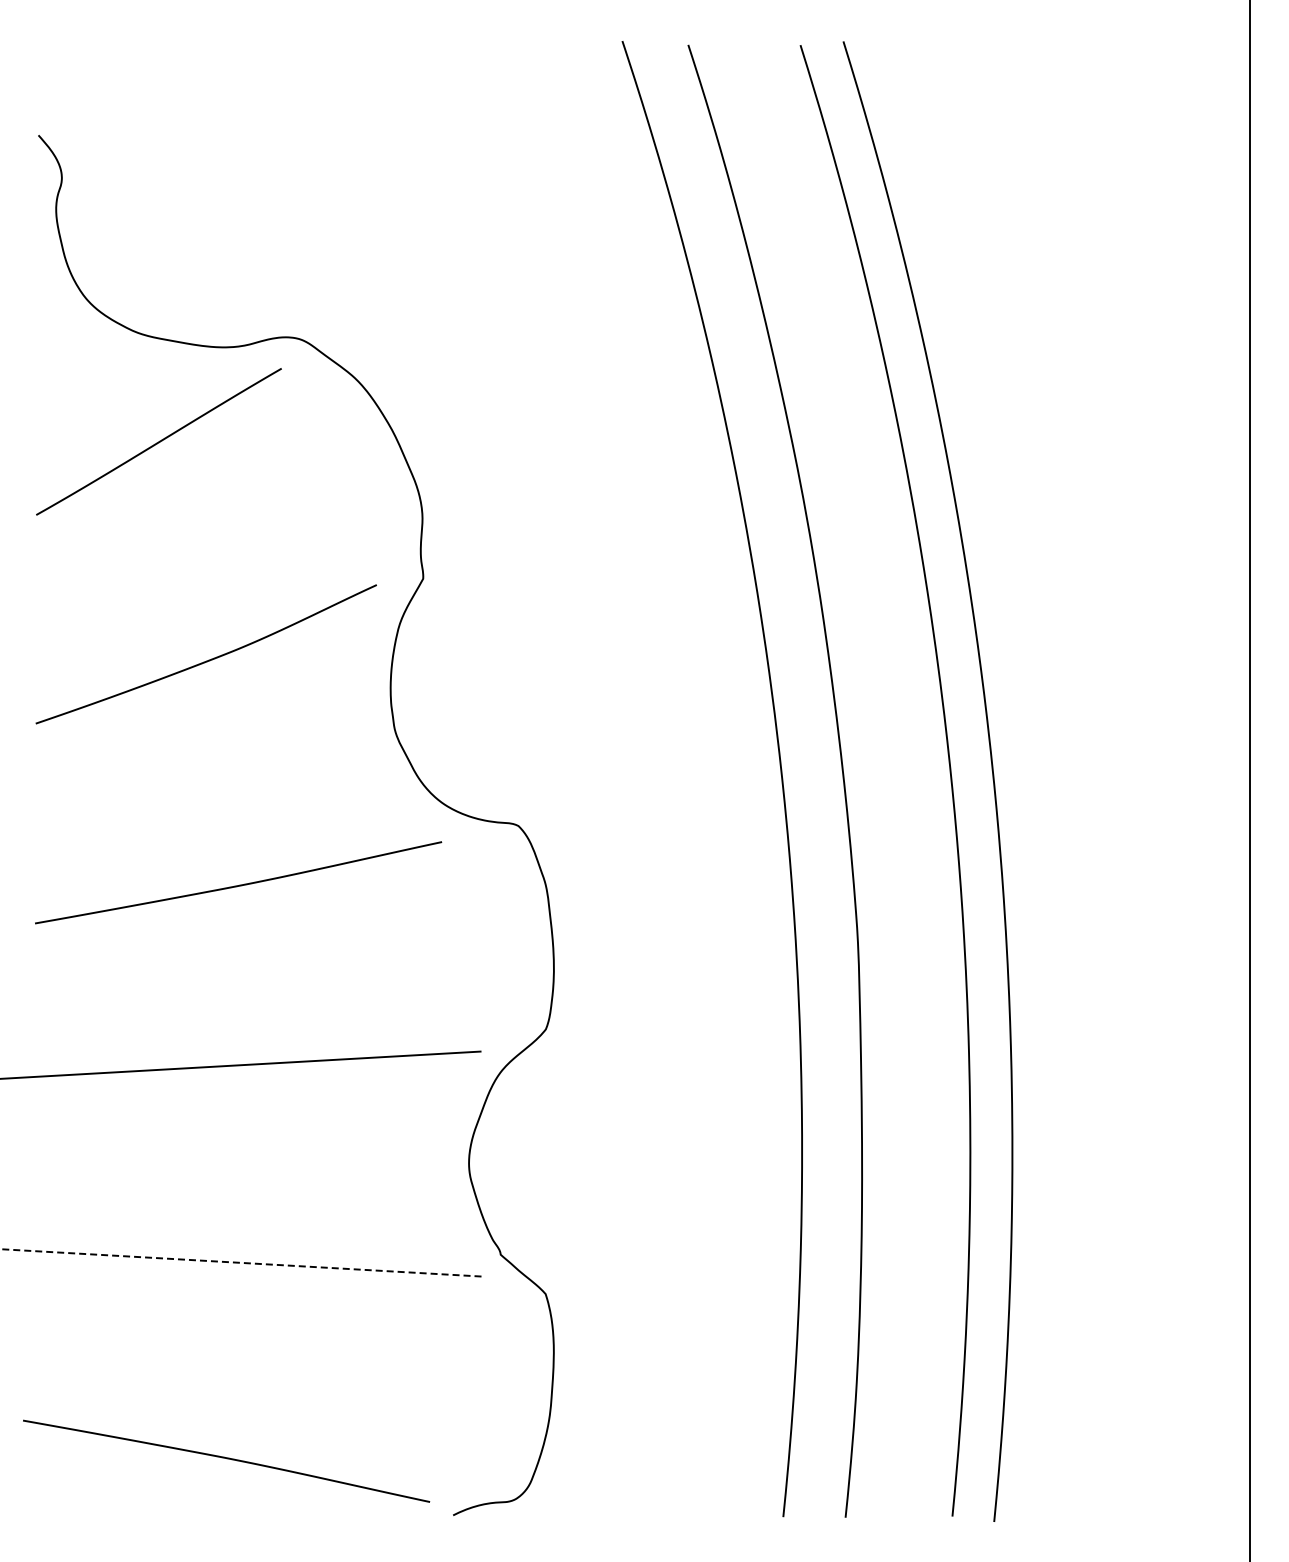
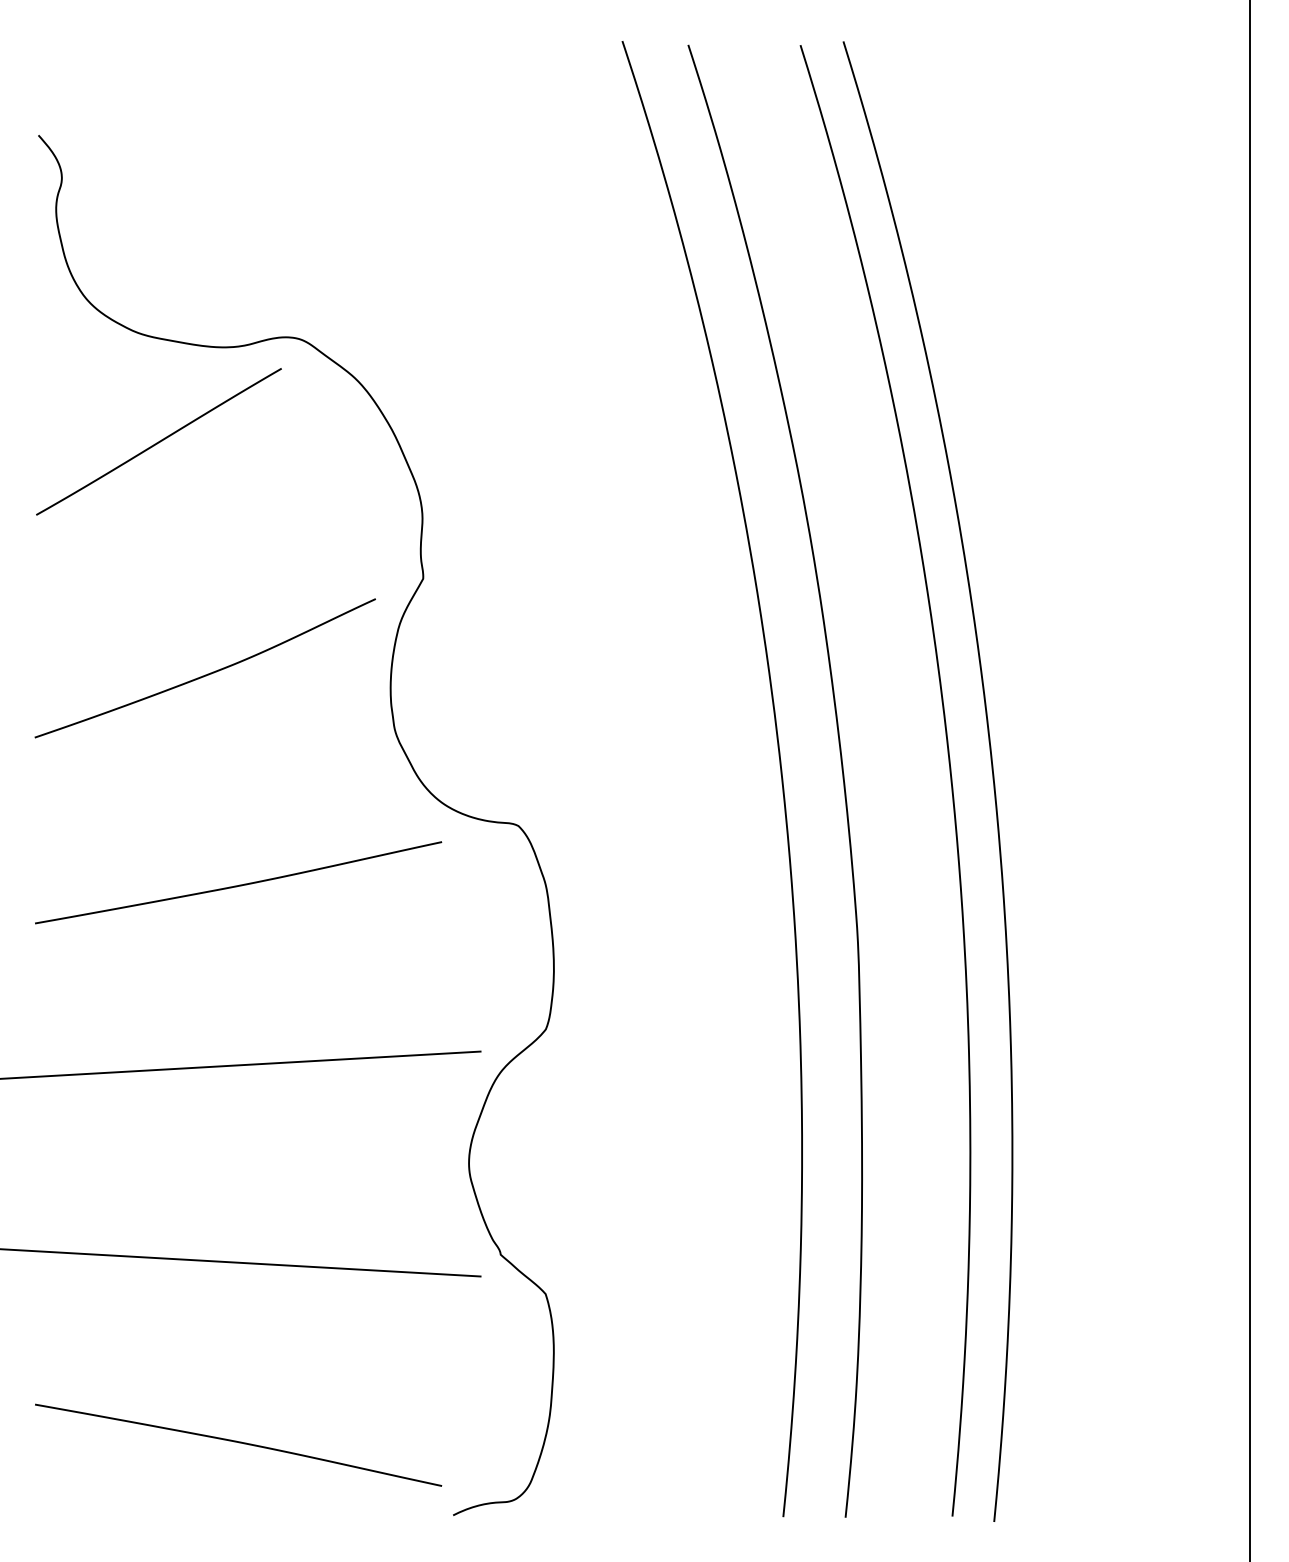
curve at (208, 659) position: (208, 659) -> (207, 673)
line at (240, 1262): dashed -> solid
curve at (227, 1459) position: (227, 1459) -> (239, 1443)
